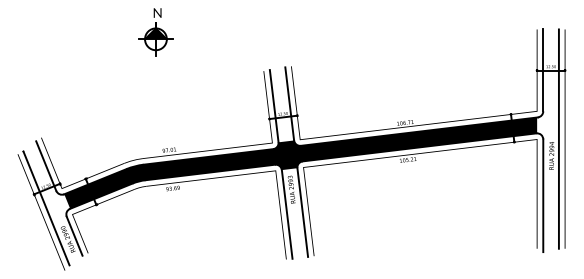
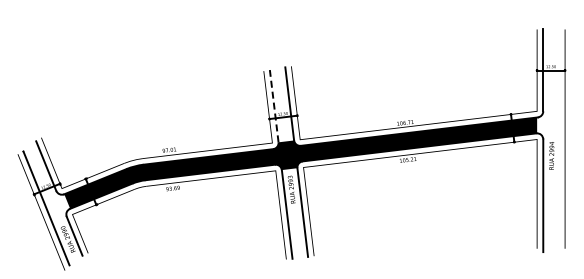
part at (155, 32): present -> none
line at (274, 105): solid -> dashed
line at (558, 138): present -> none
